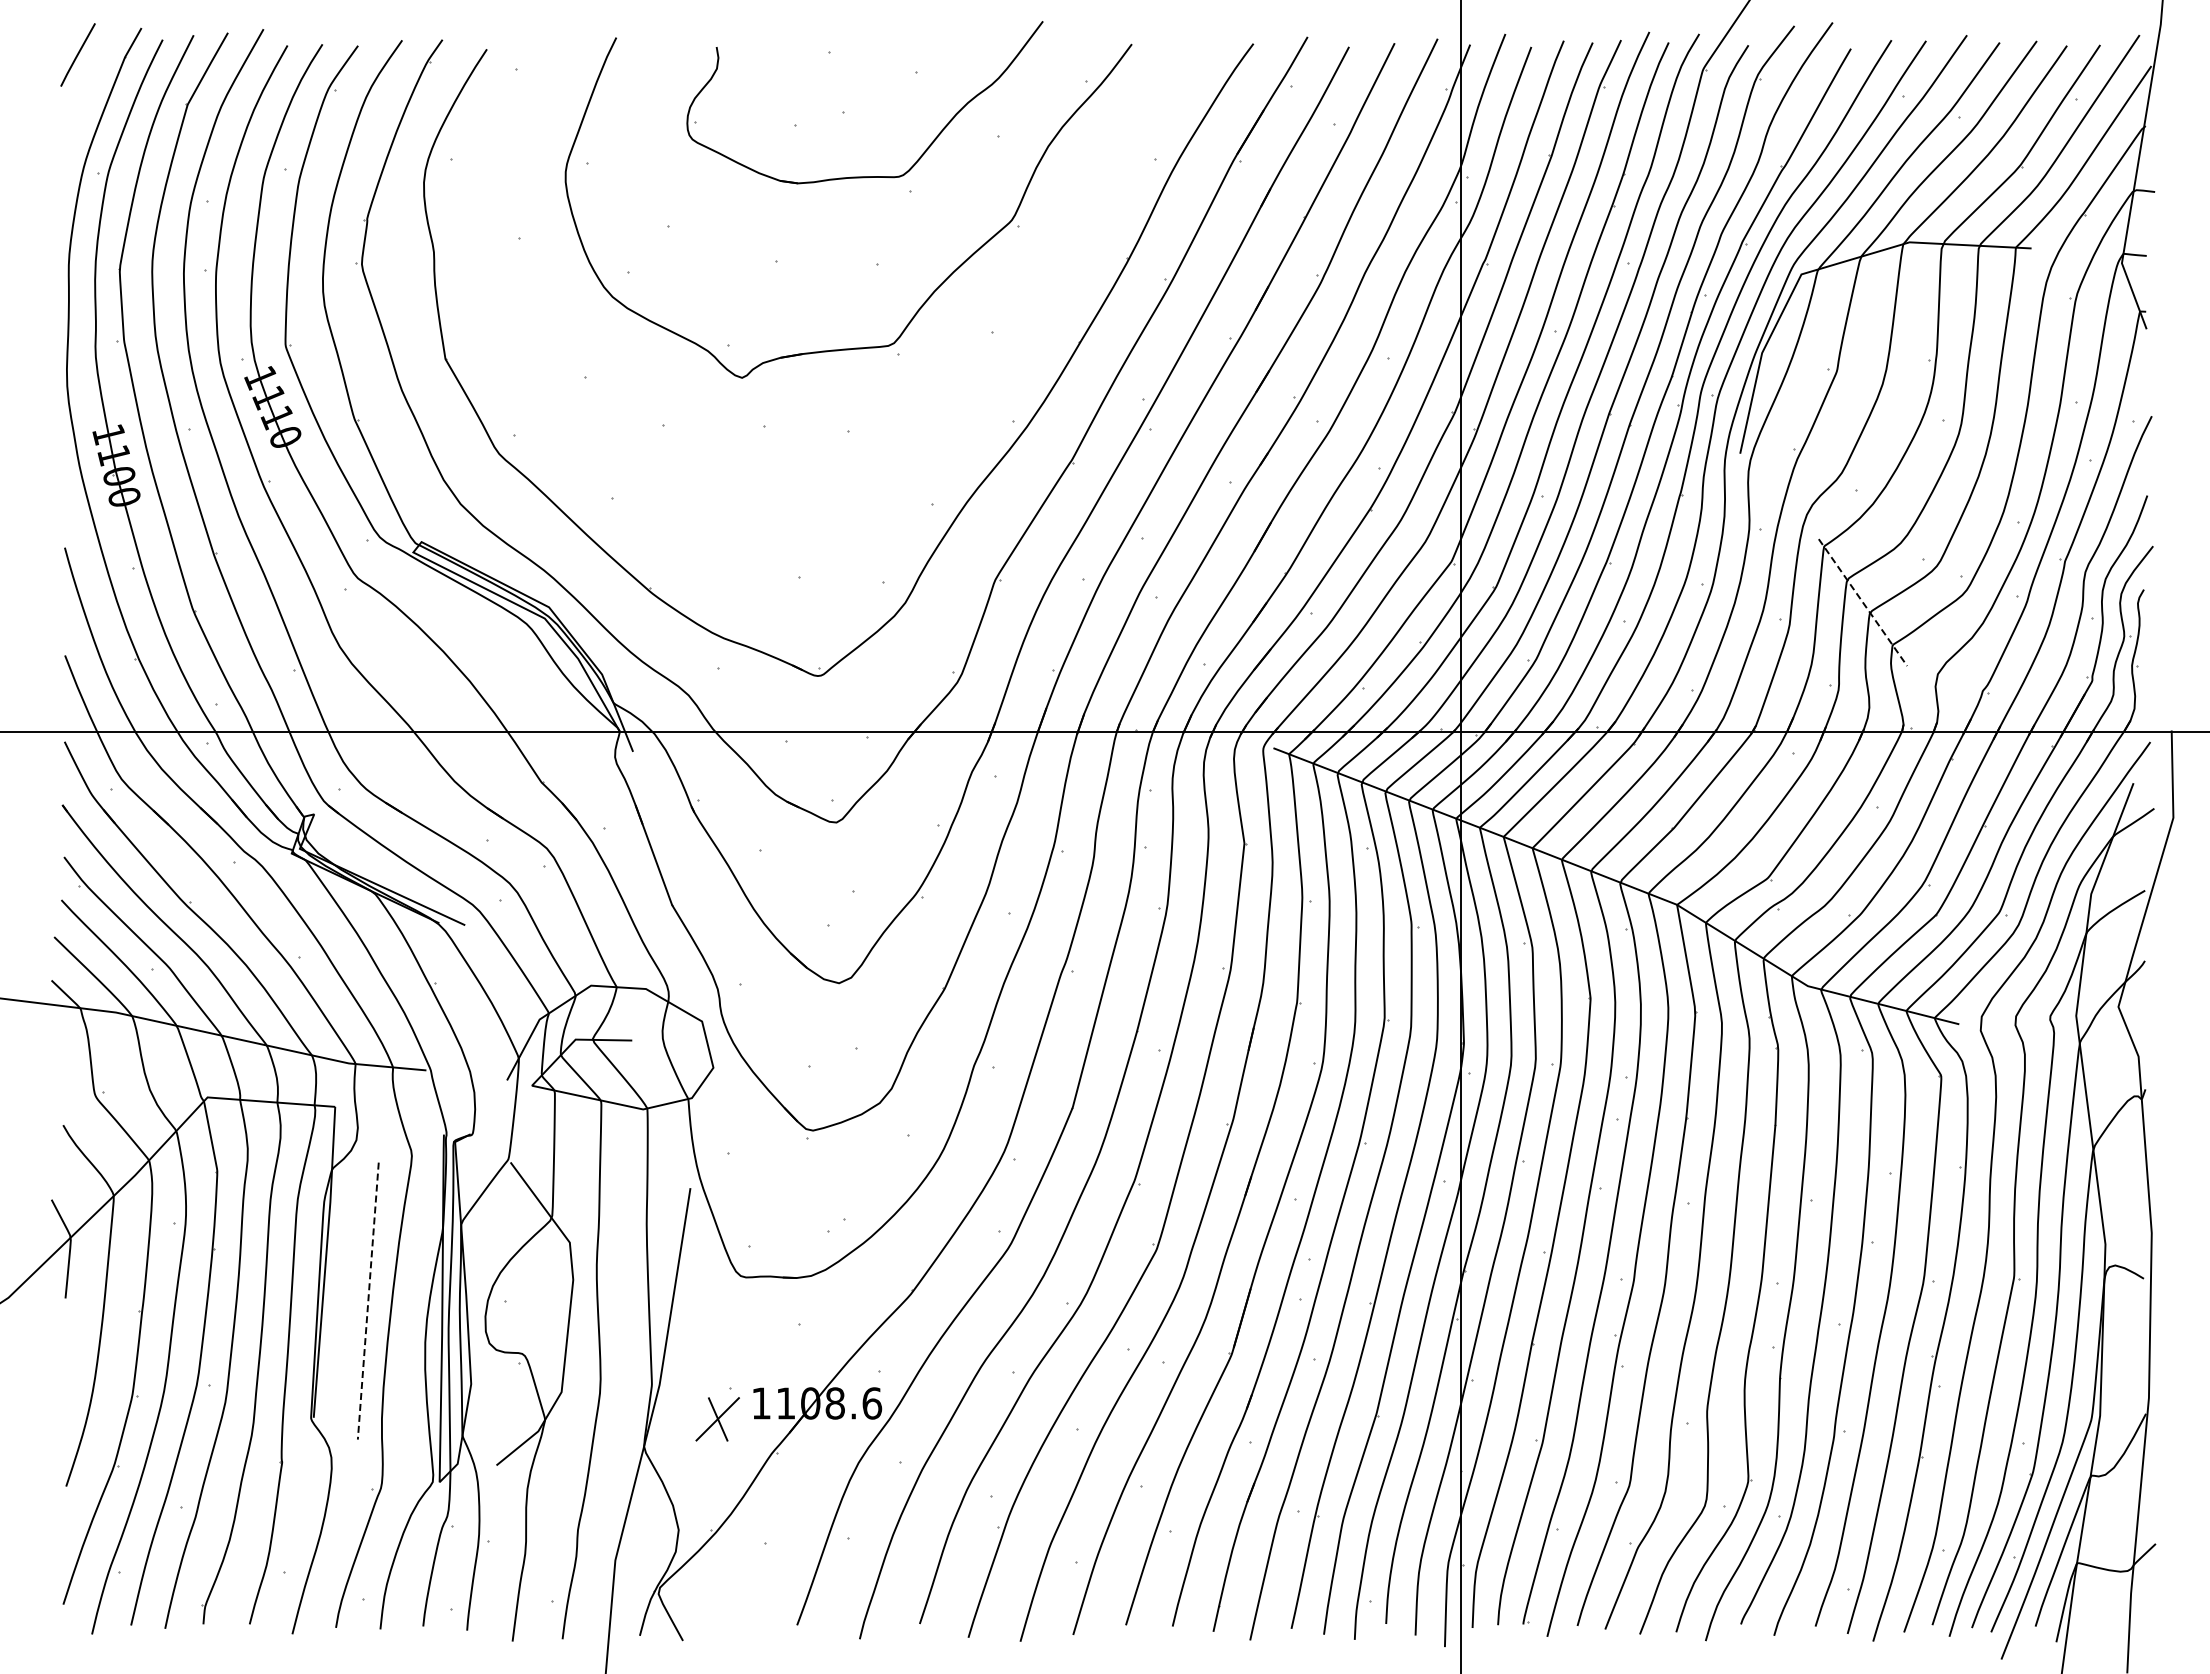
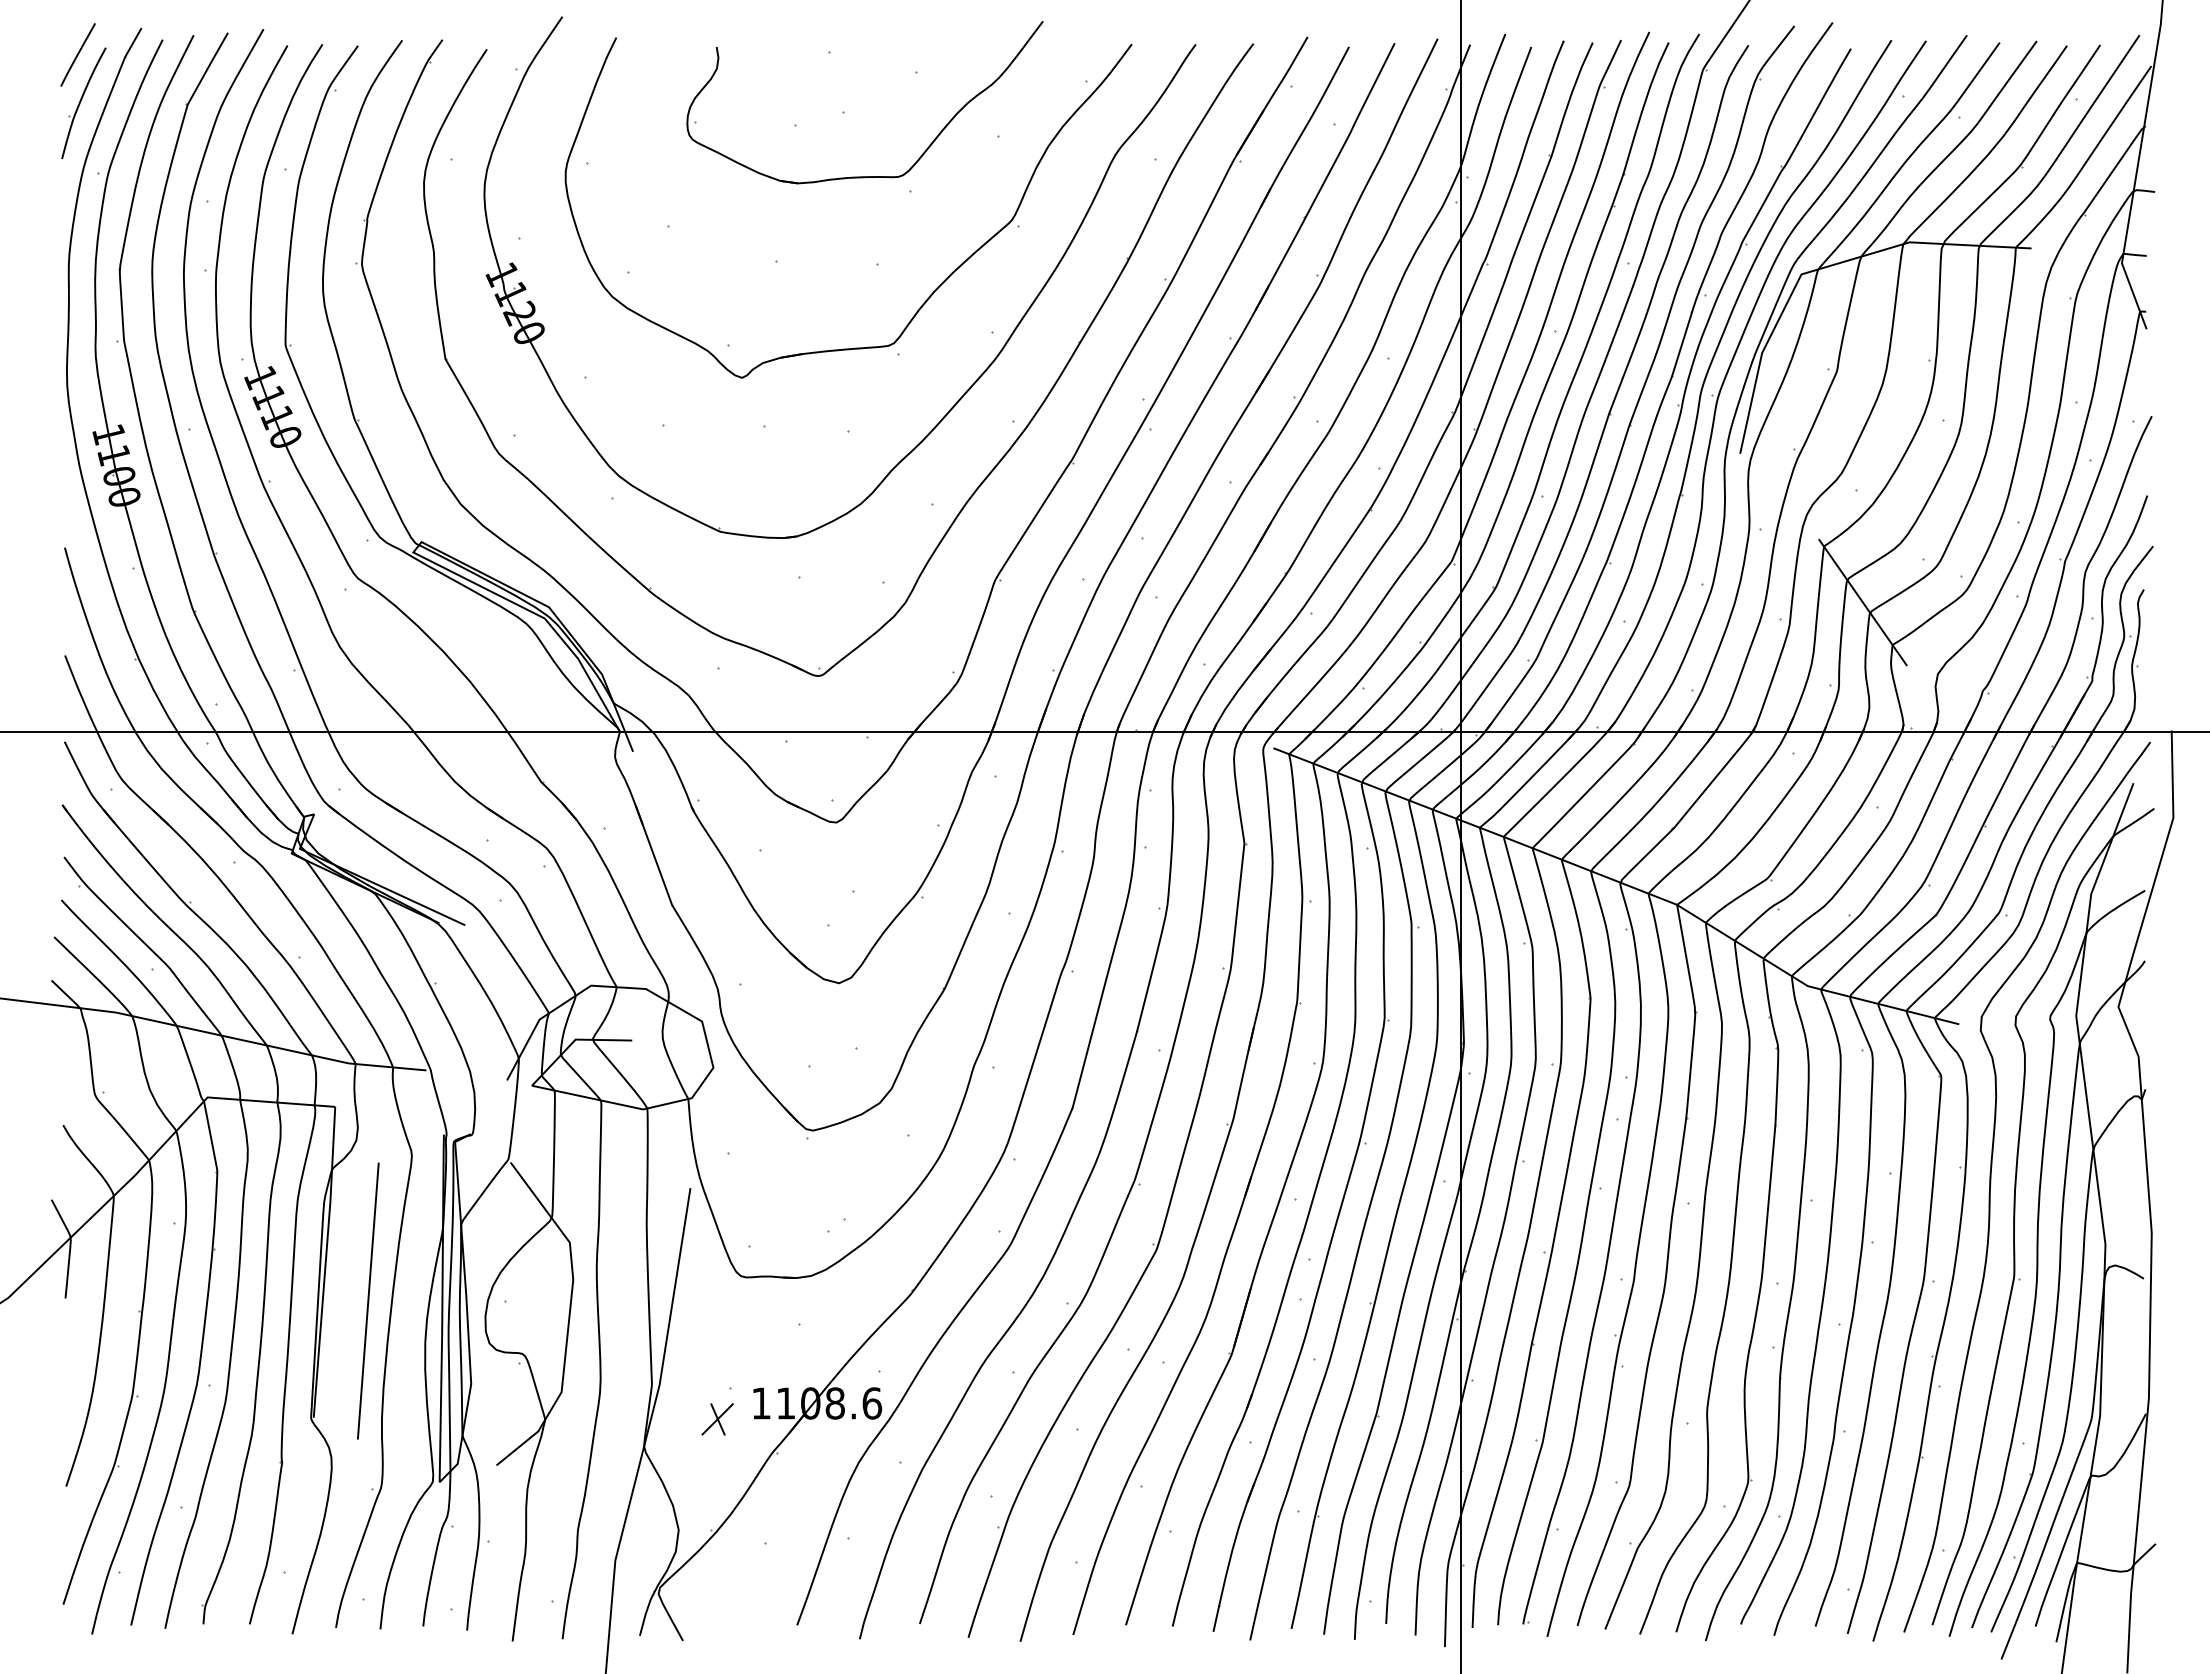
part at (83, 103): none -> present
part at (964, 392): none -> present
line at (1863, 603): dashed -> solid
line at (368, 1301): dashed -> solid
part at (717, 1419) size: 45x45 px -> 33x33 px
